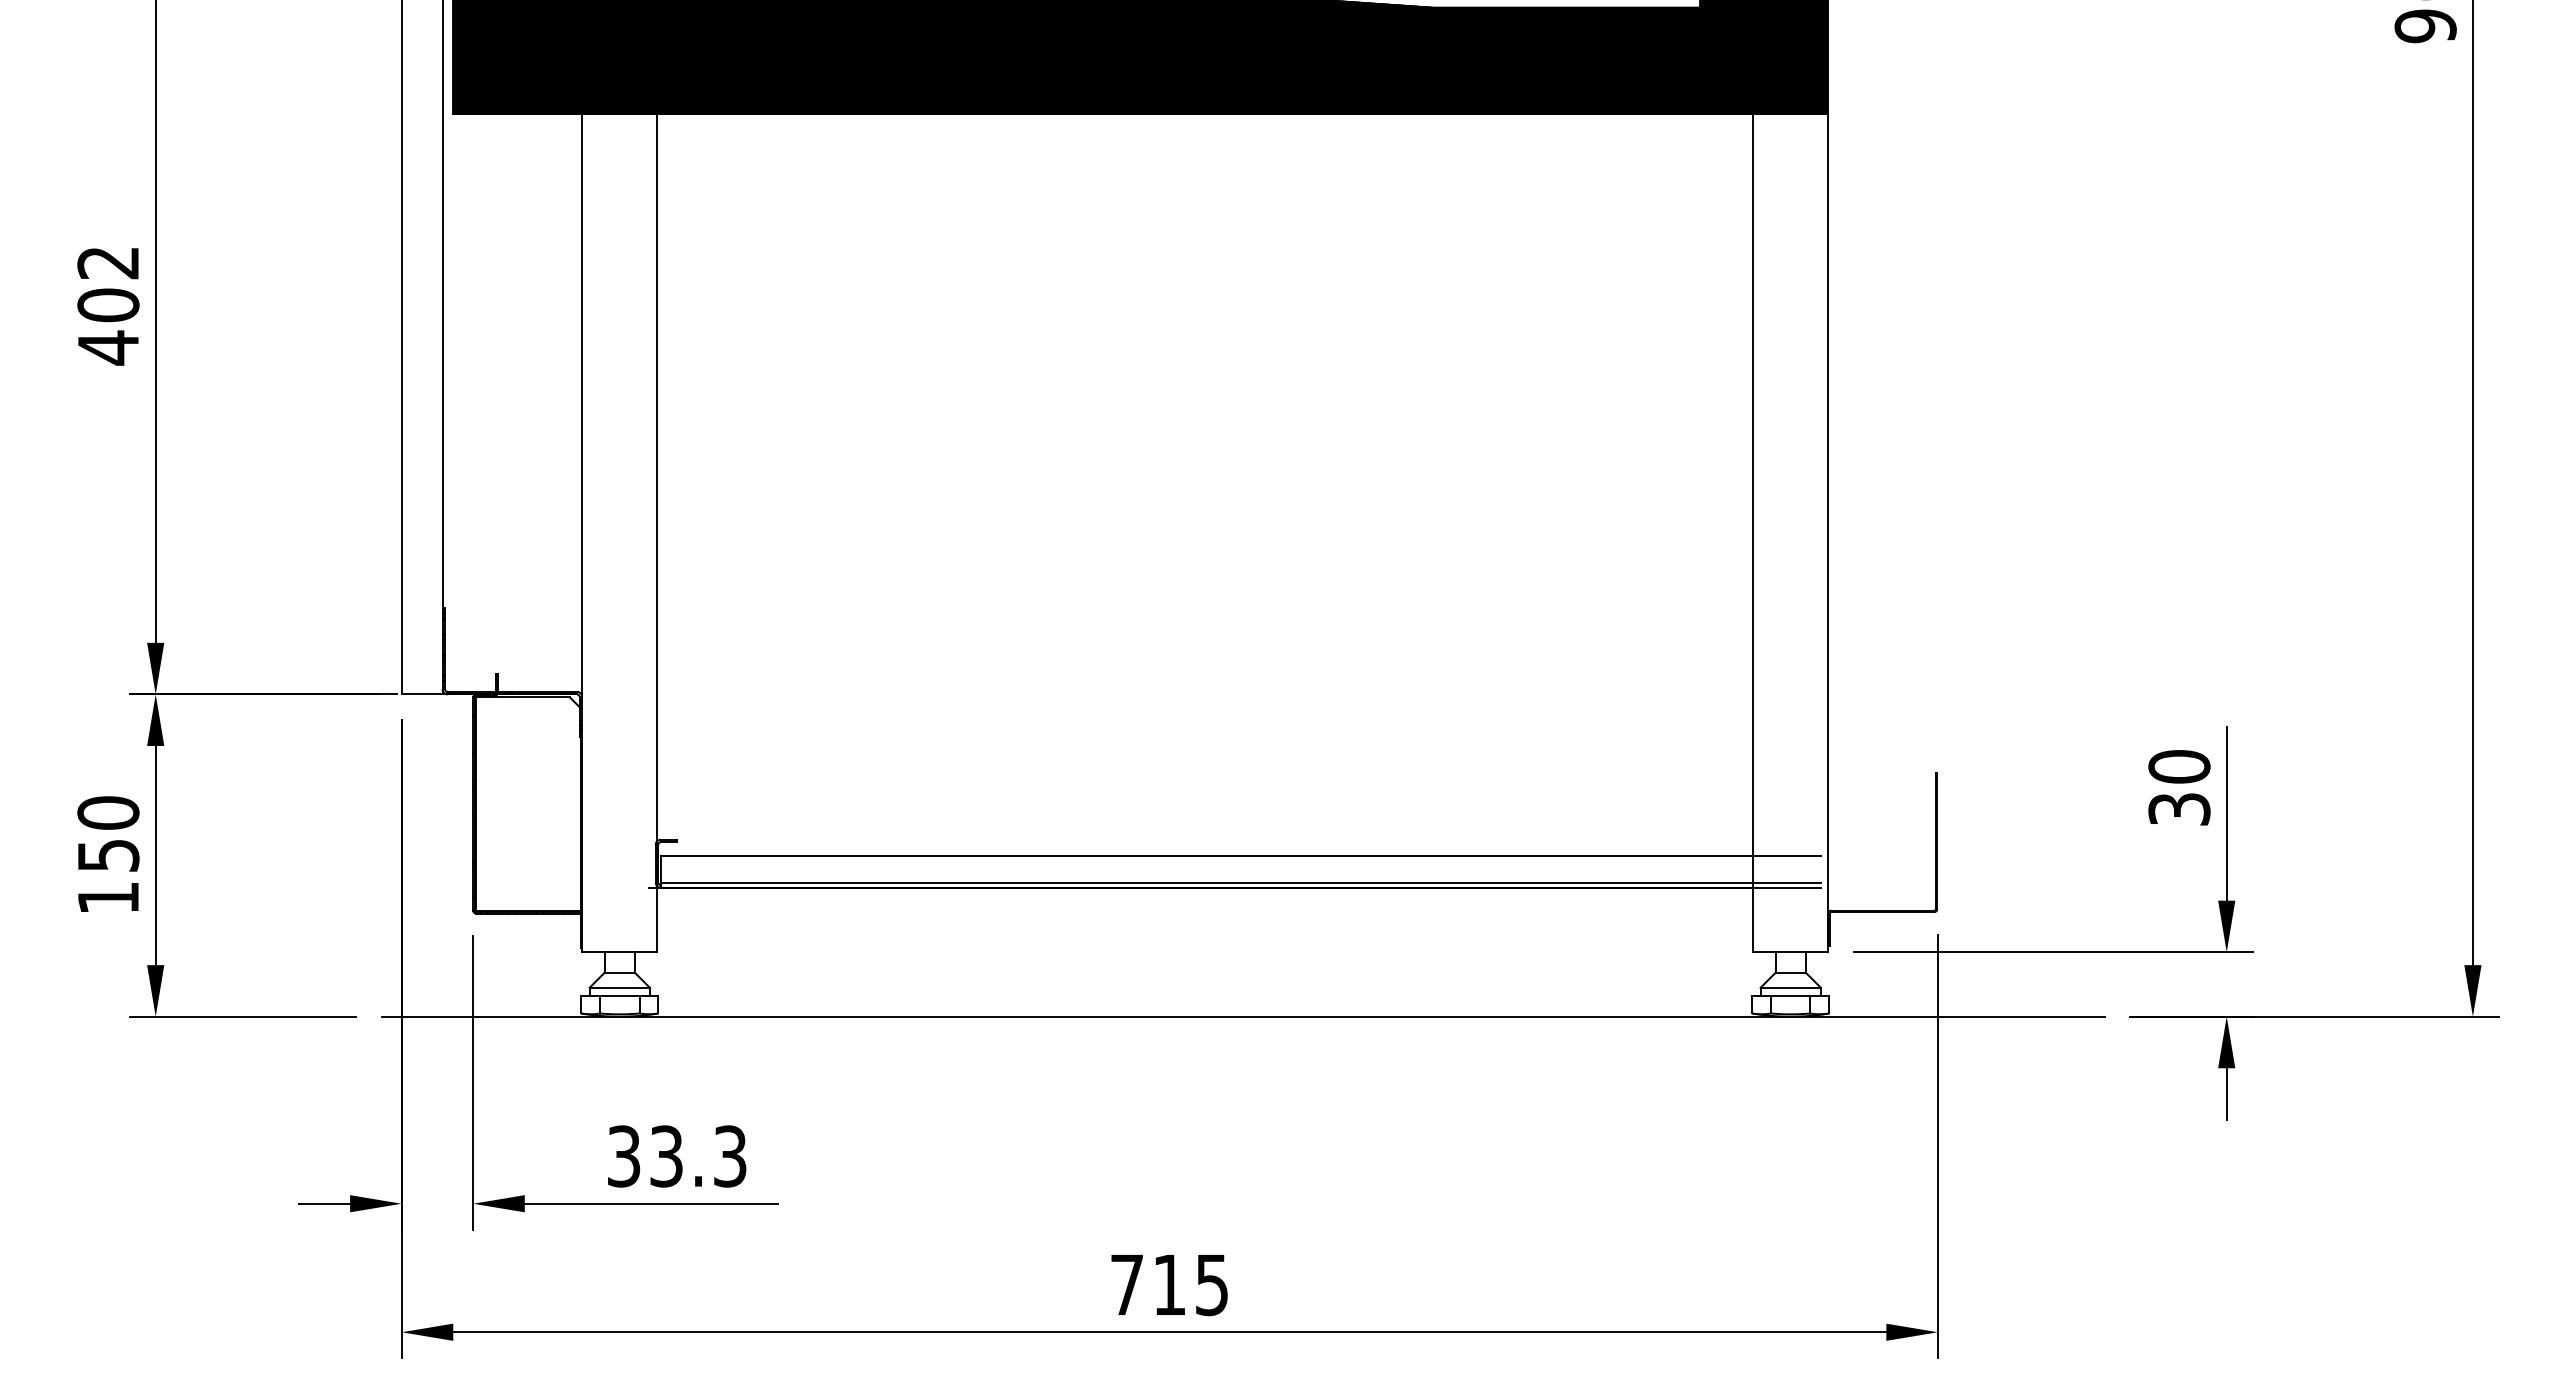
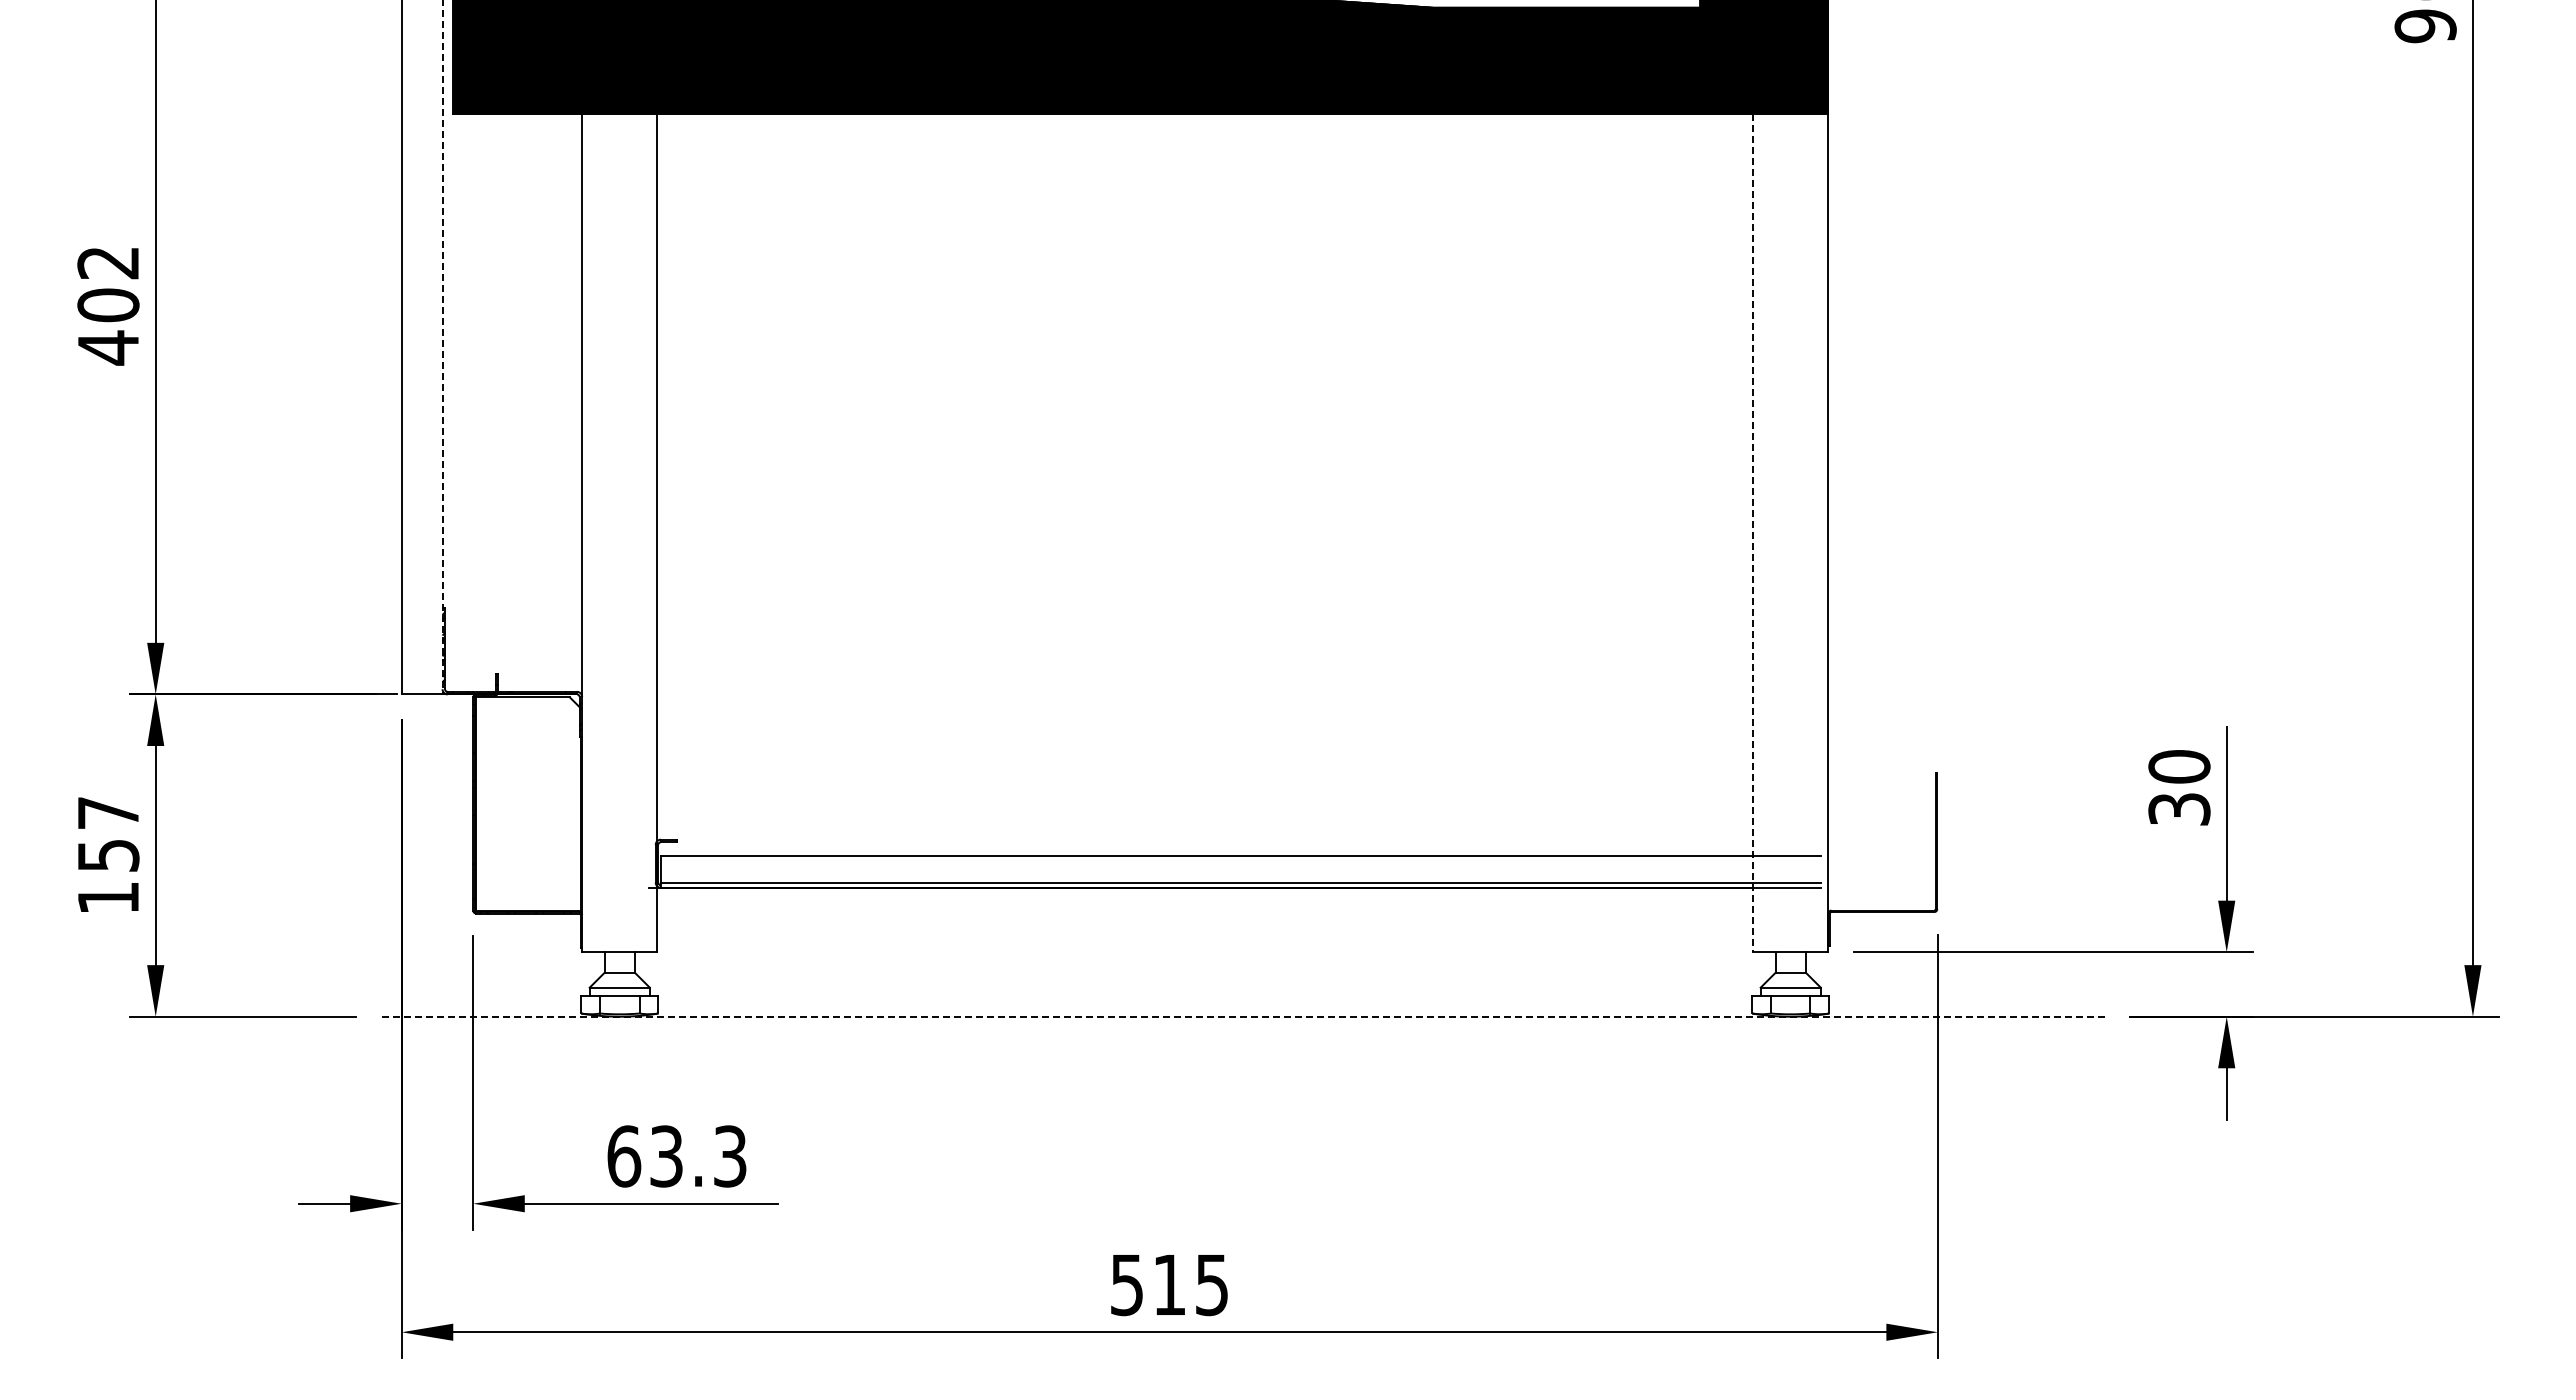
line at (442, 347): solid -> dashed
line at (1753, 533): solid -> dashed
text at (108, 812): 150 -> 157
line at (1242, 1016): solid -> dashed
text at (624, 1156): 33.3 -> 63.3
text at (1126, 1285): 715 -> 515
